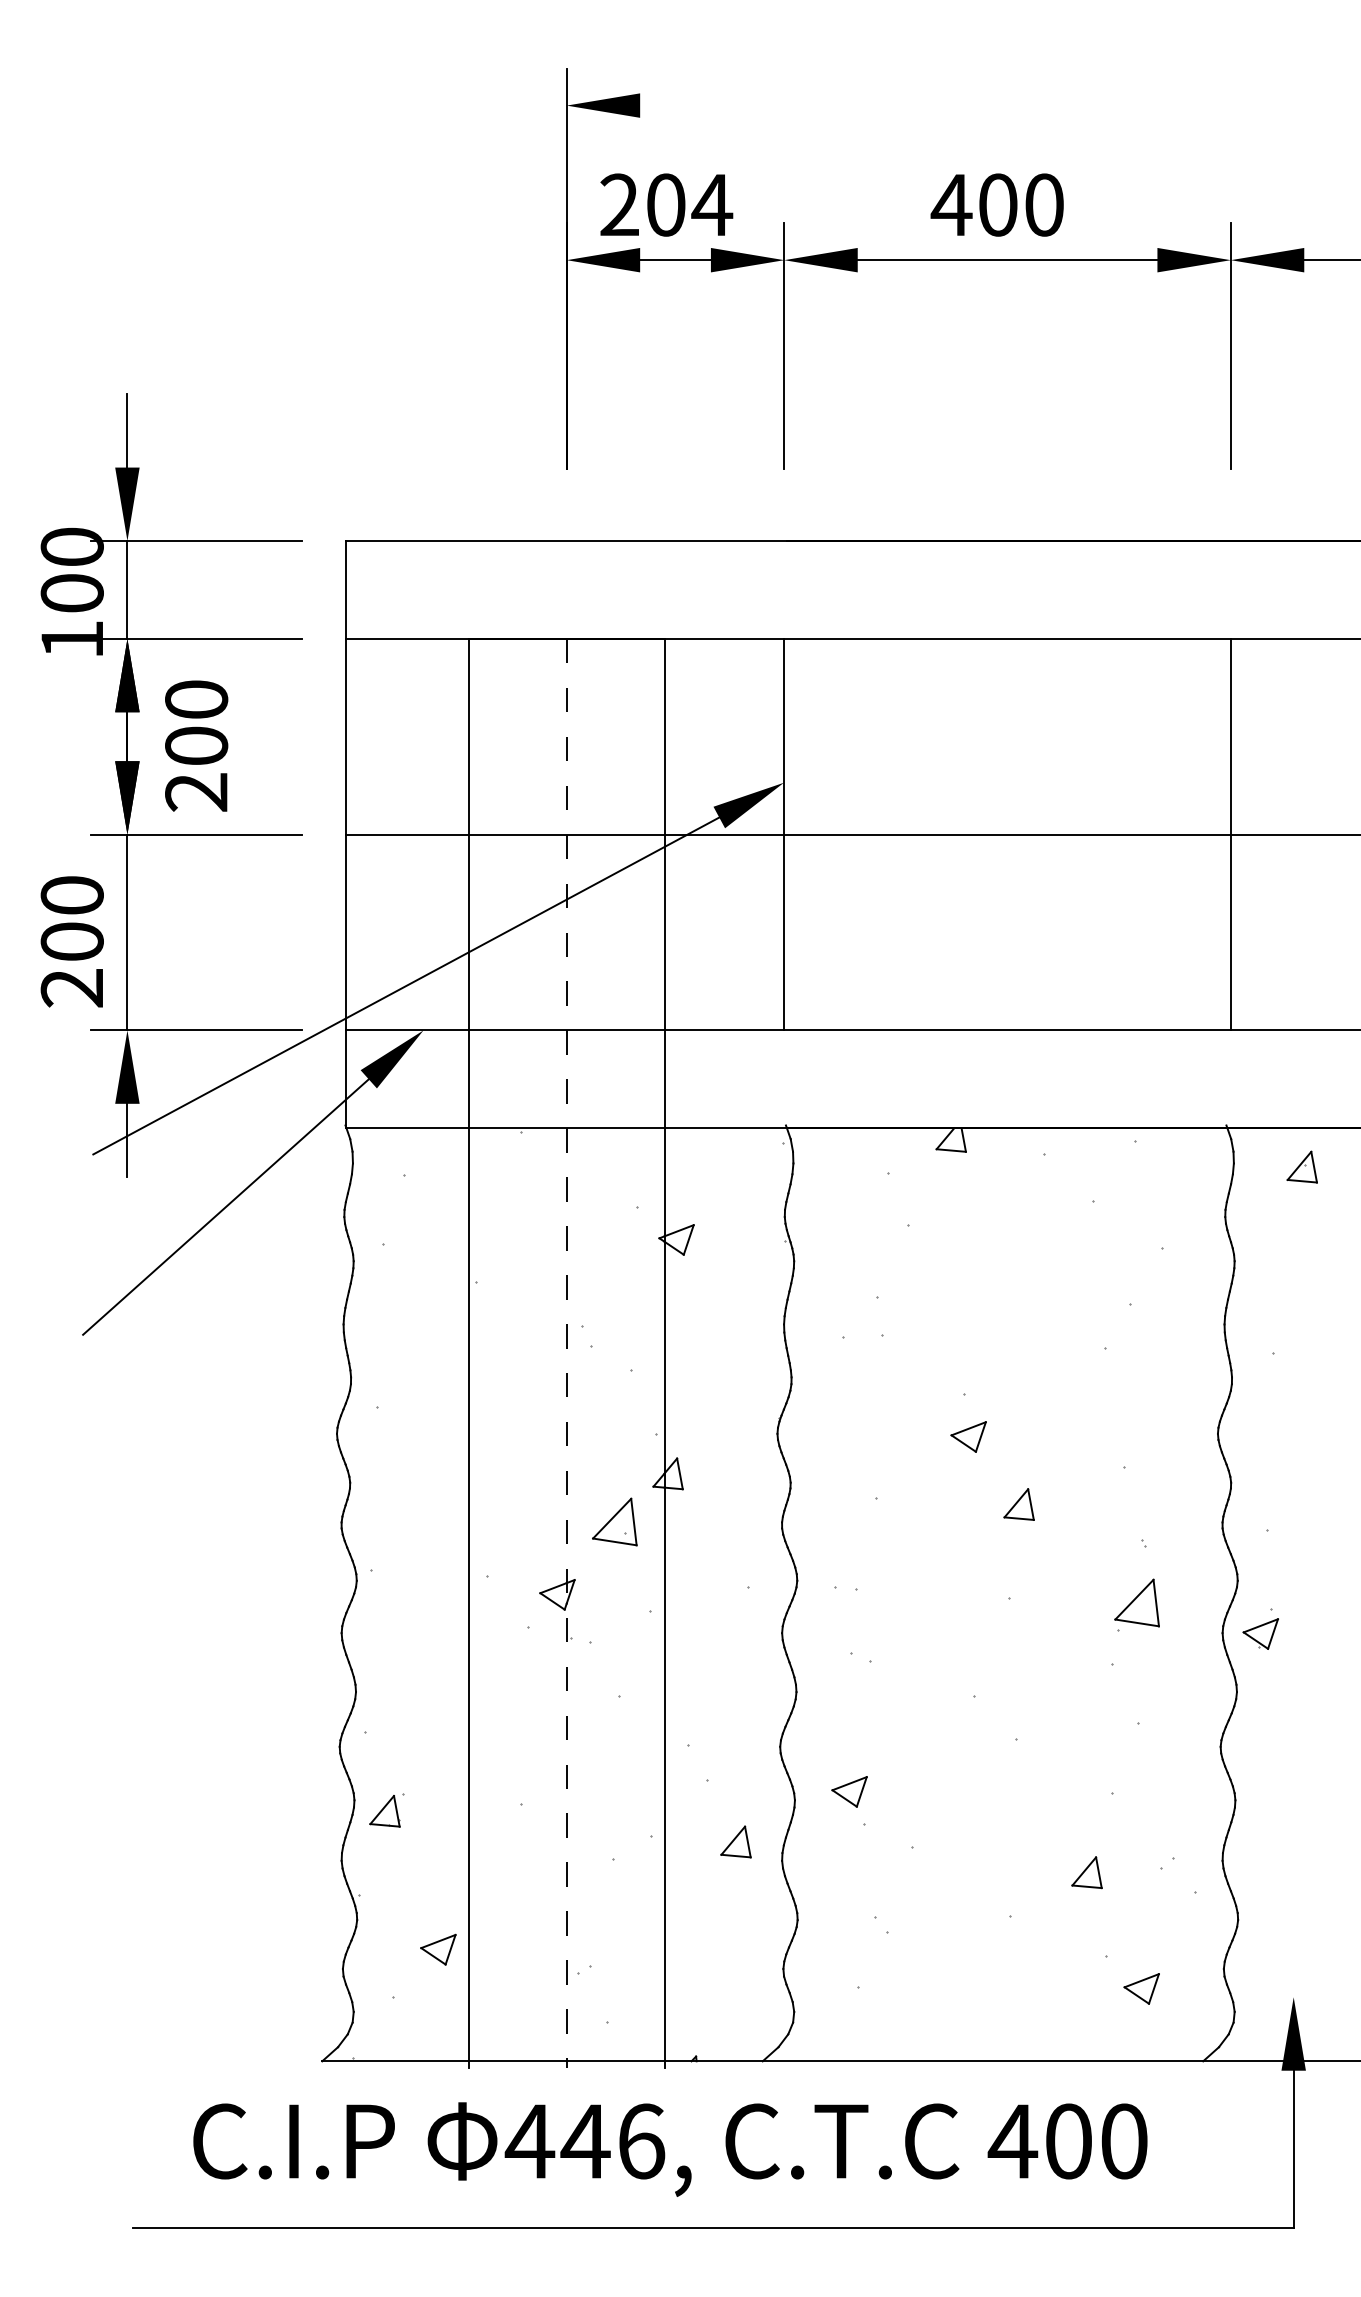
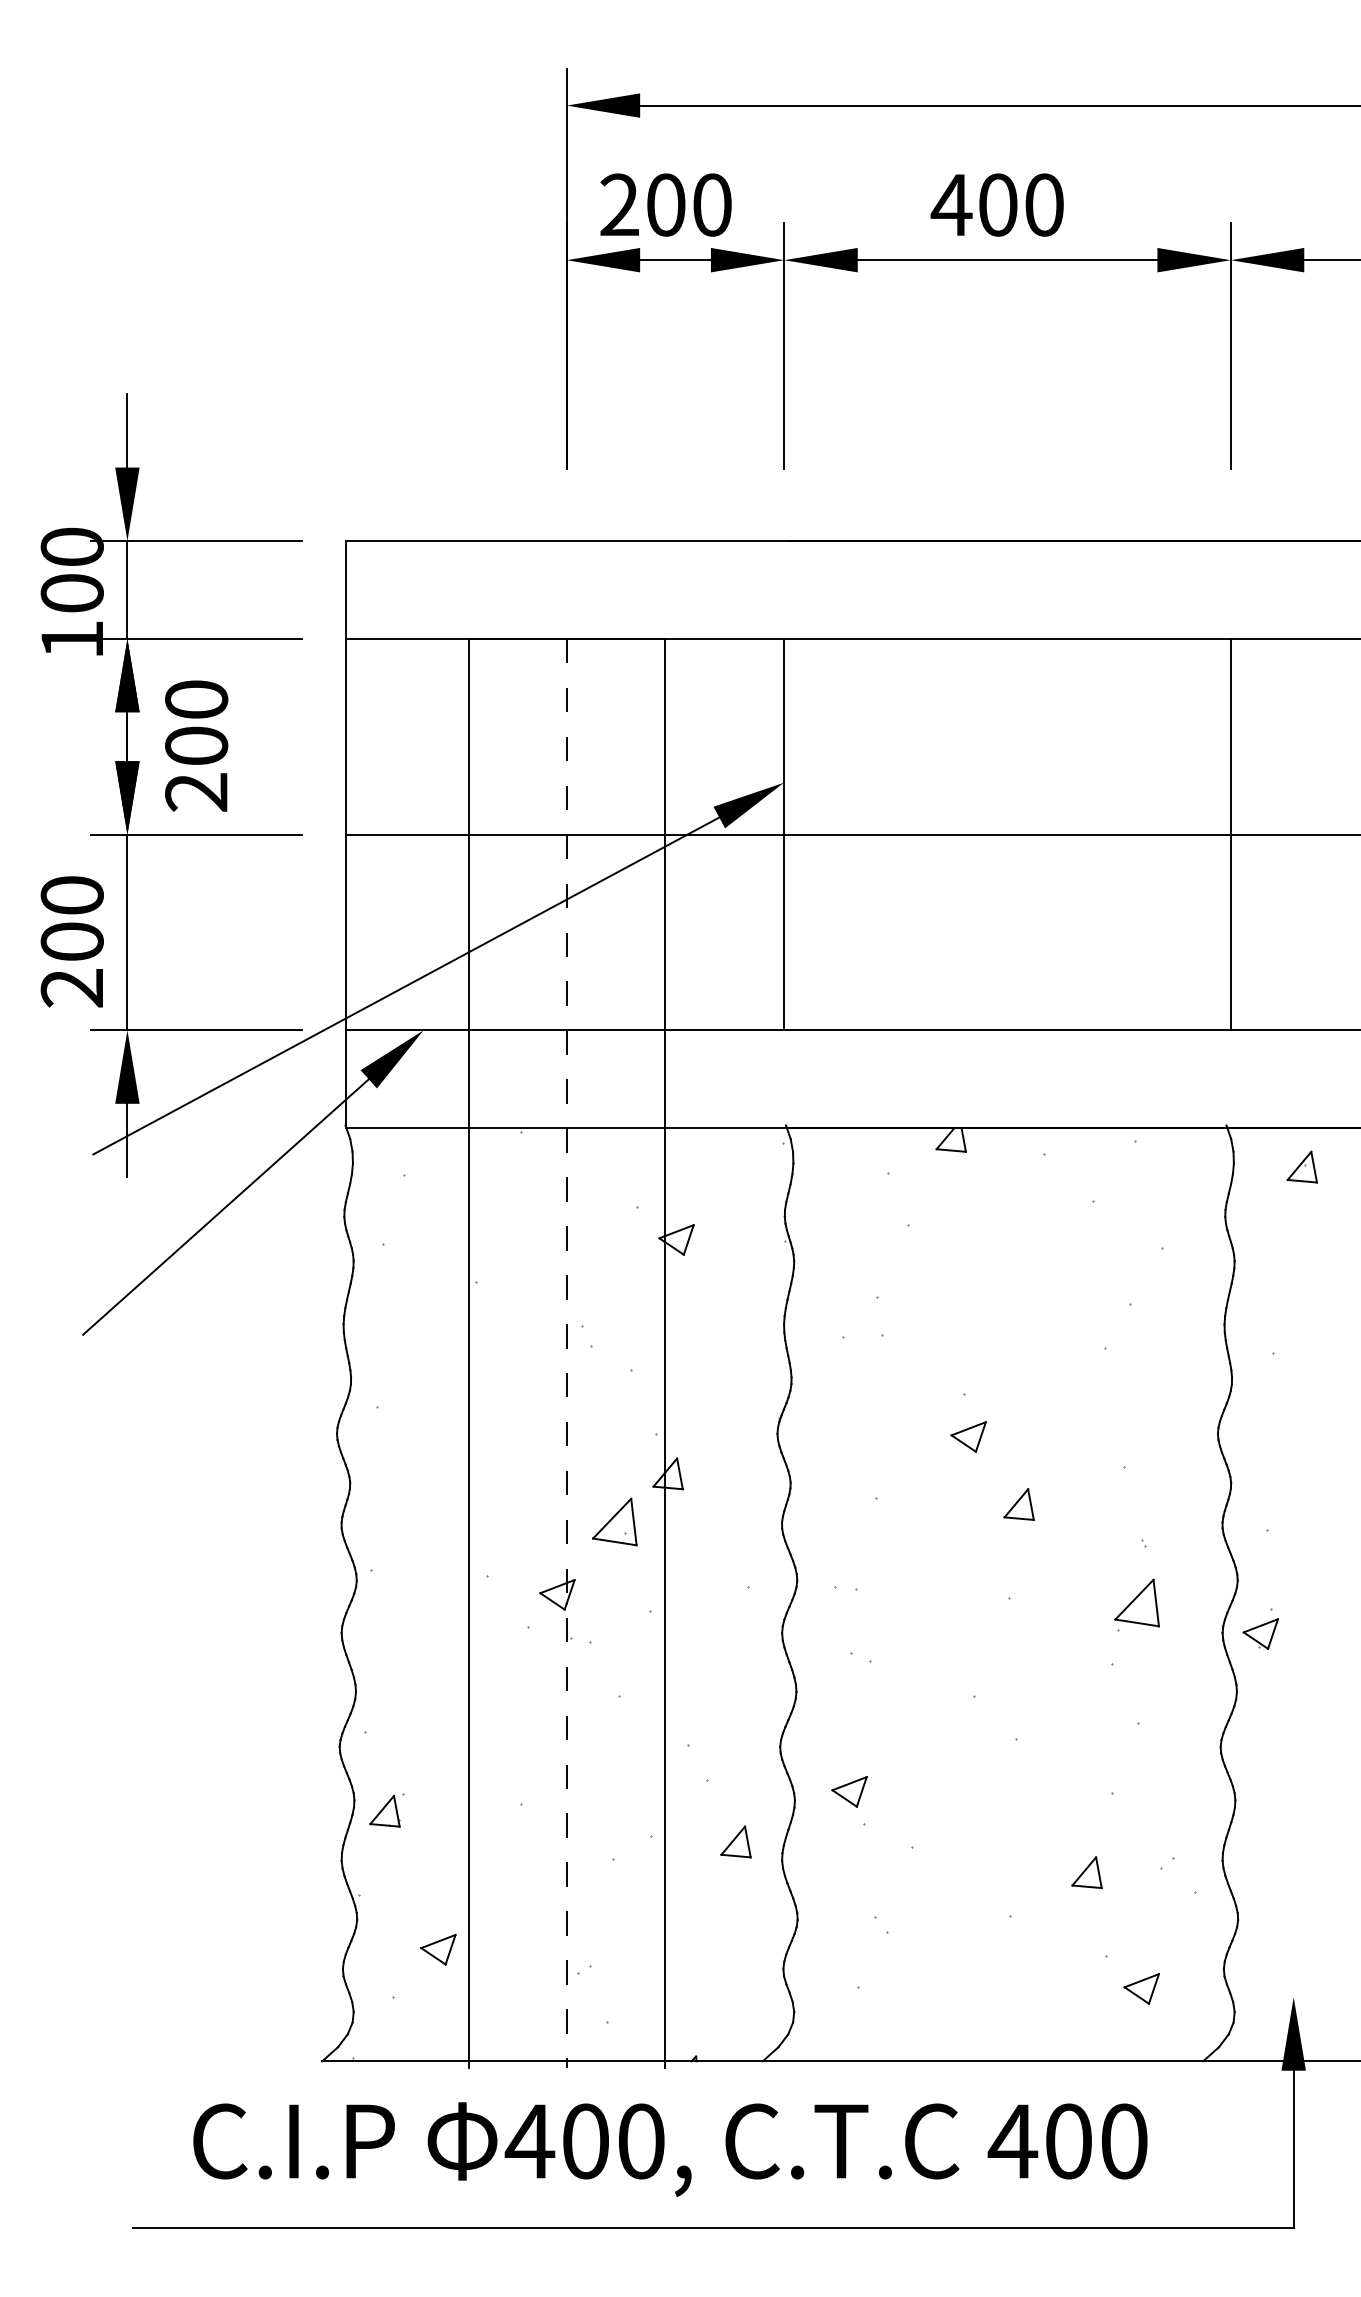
line at (998, 105): none -> present
text at (712, 204): 204 -> 200
text at (612, 2141): 446, -> 400,
